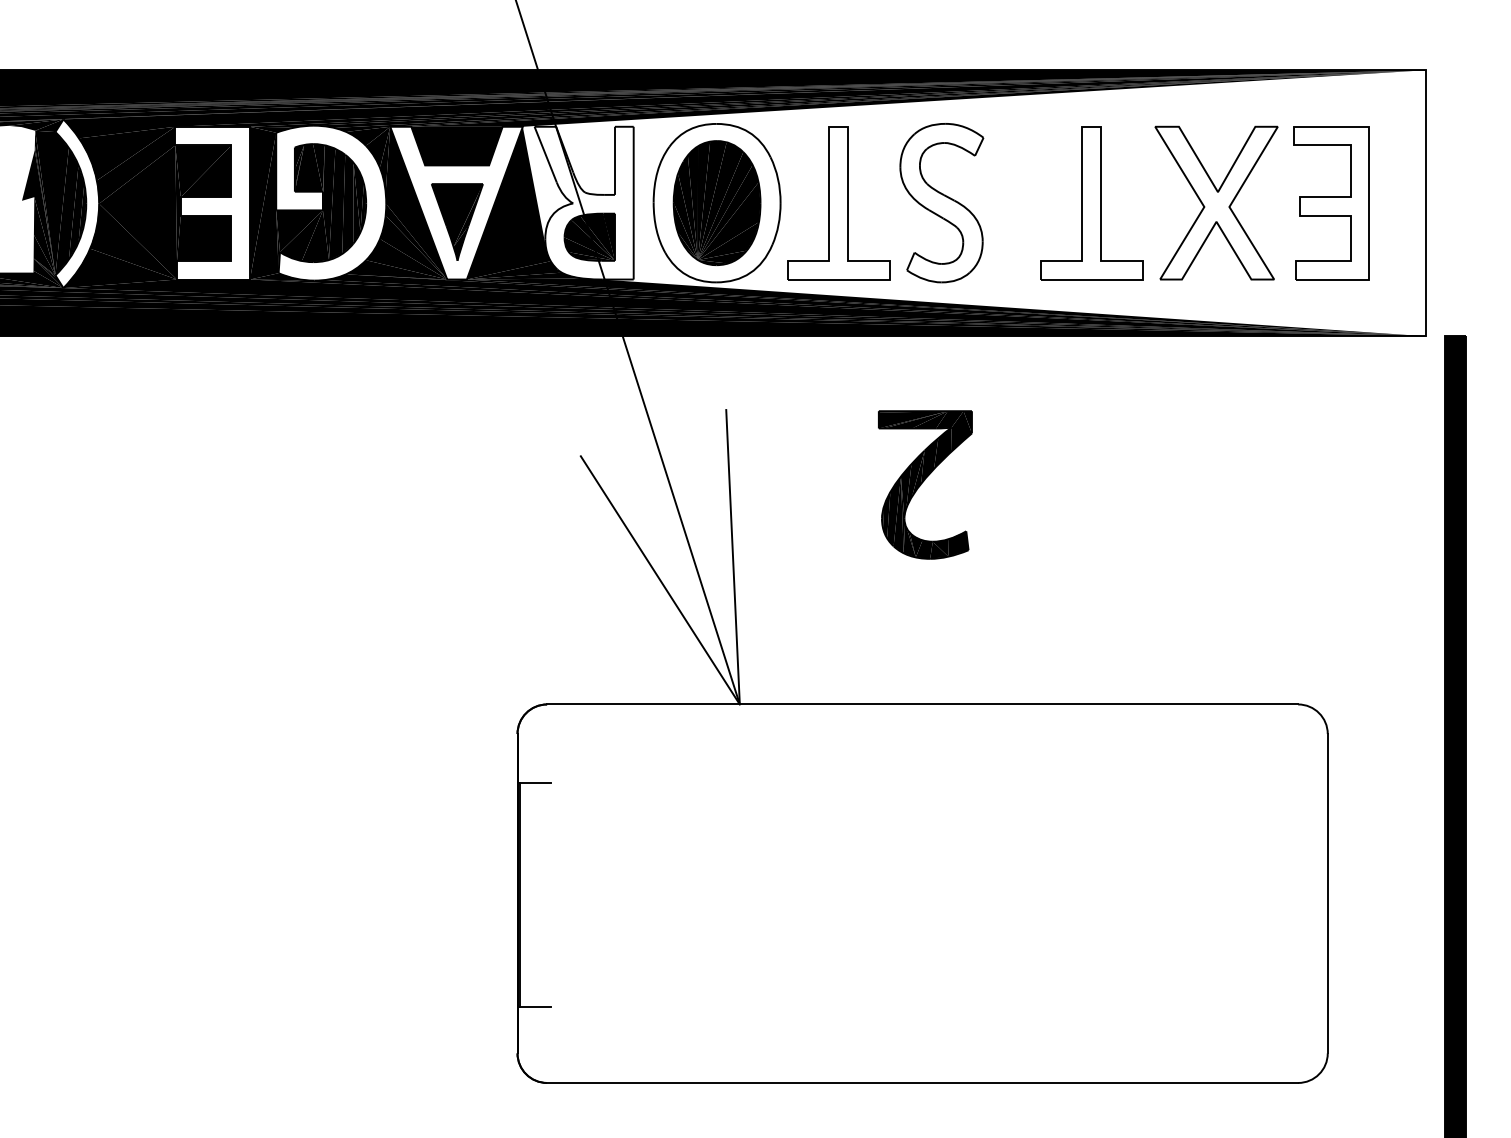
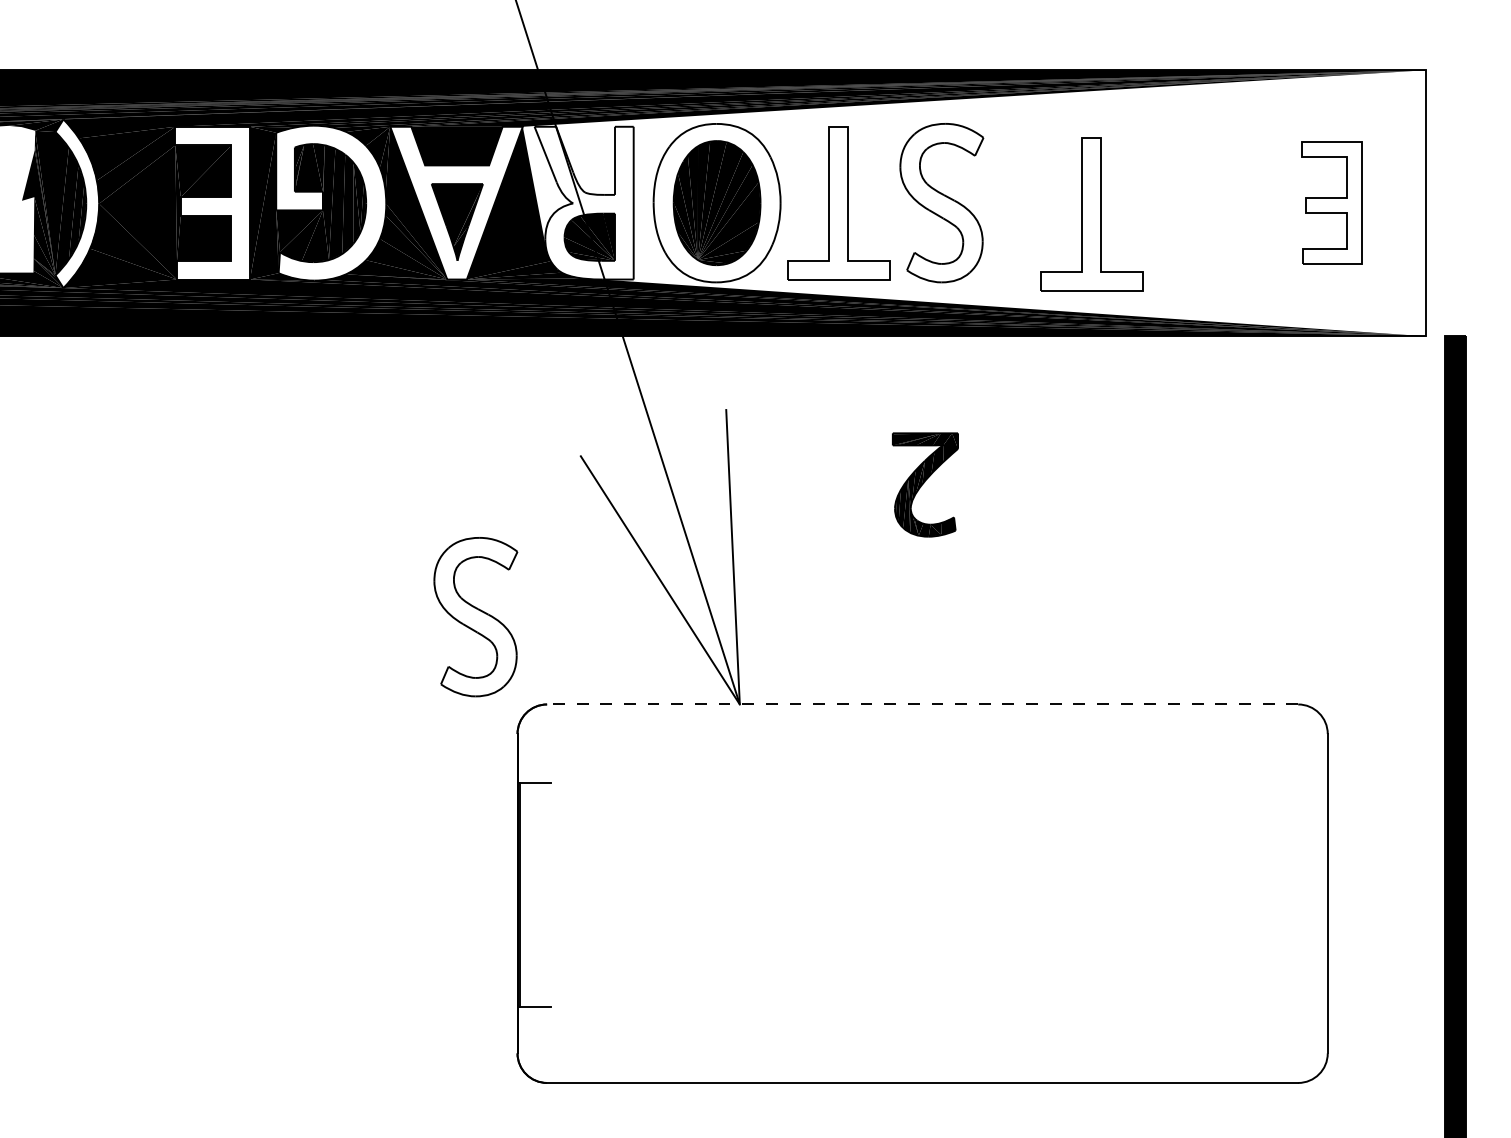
part at (1216, 202): present -> none
part at (1091, 203) position: (1091, 203) -> (1091, 214)
part at (1331, 203) size: 77x155 px -> 62x124 px
part at (925, 484) size: 95x150 px -> 67x106 px
part at (475, 617): none -> present
line at (922, 704): solid -> dashed
